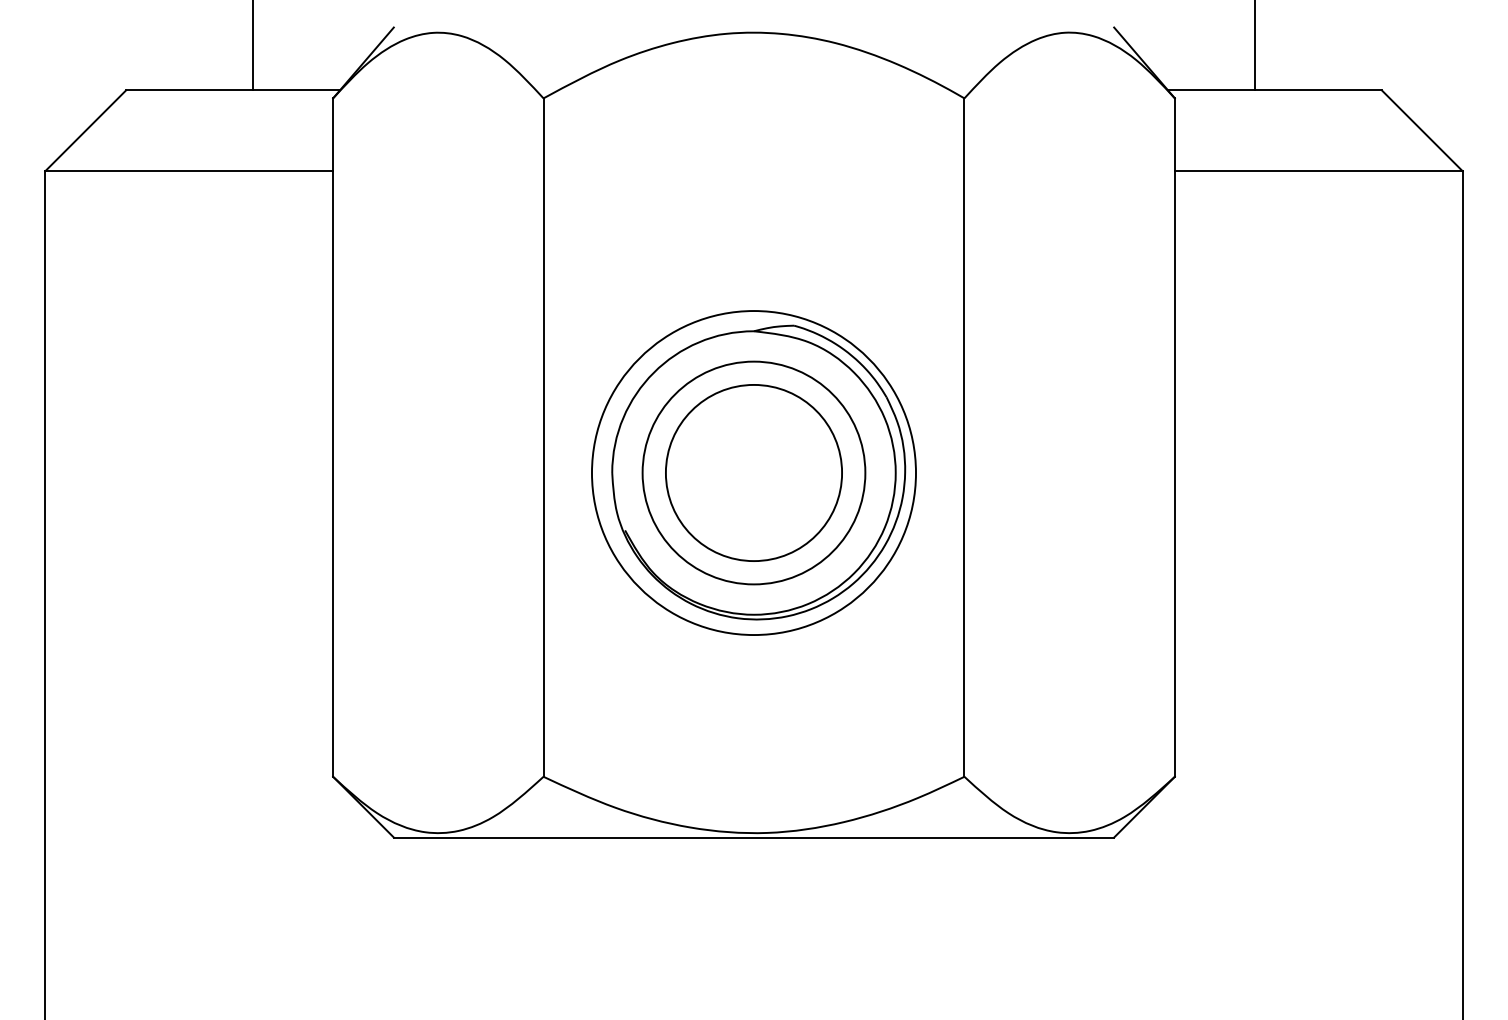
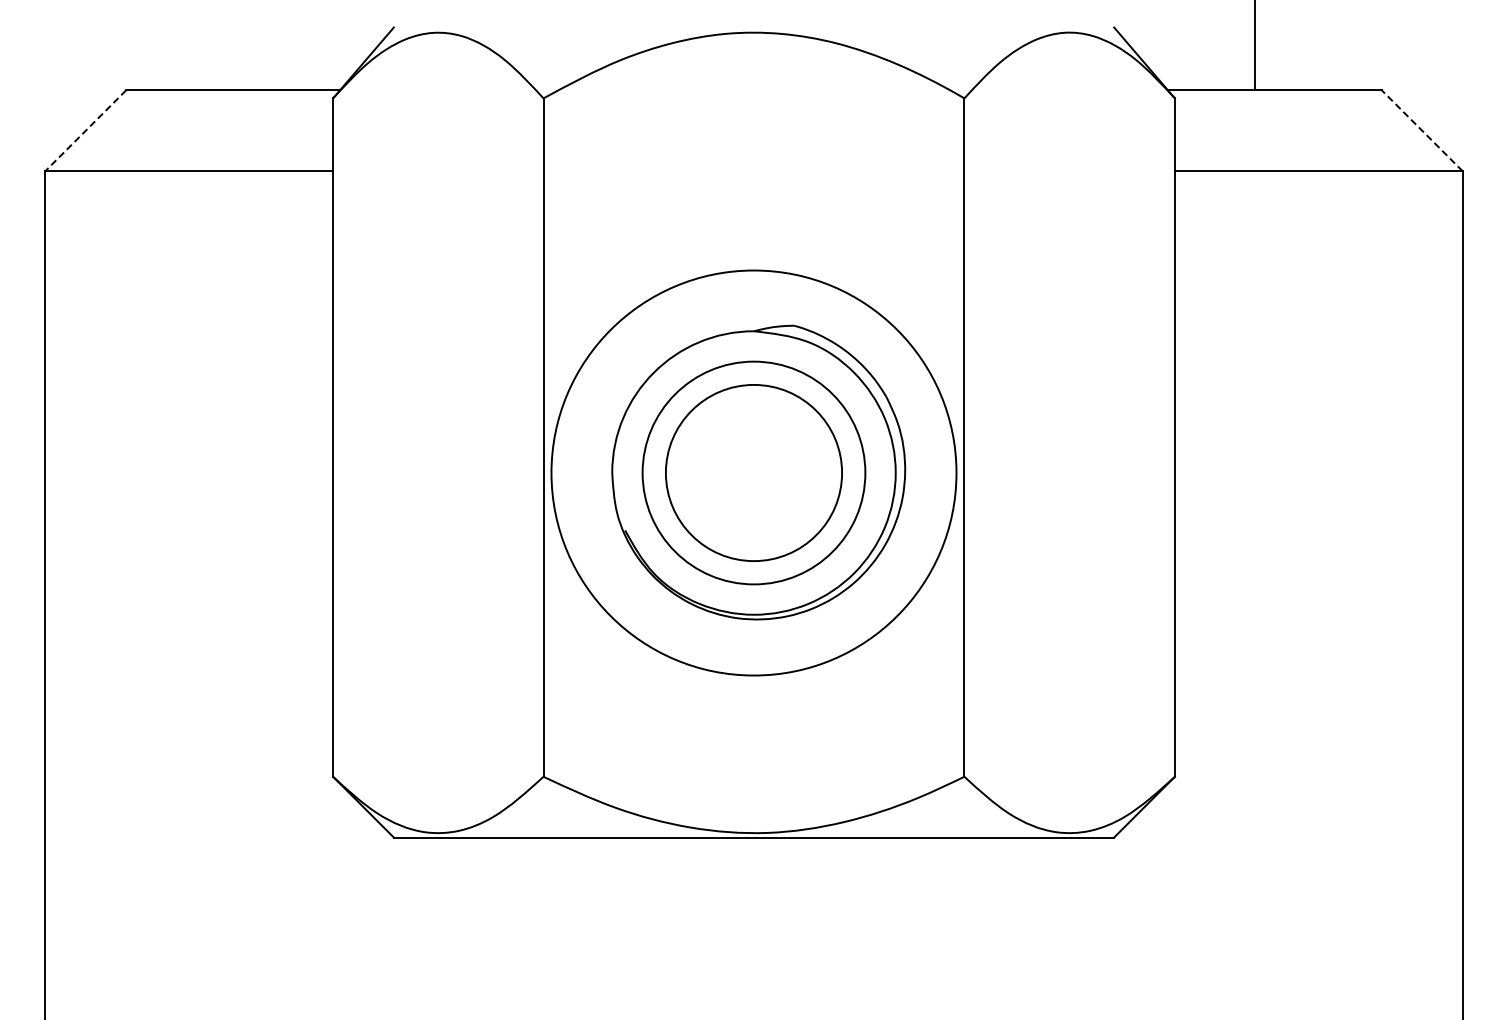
line at (252, 46): present -> none
line at (1421, 130): solid -> dashed
line at (85, 131): solid -> dashed
circle at (753, 473) diameter: 324 px -> 405 px
